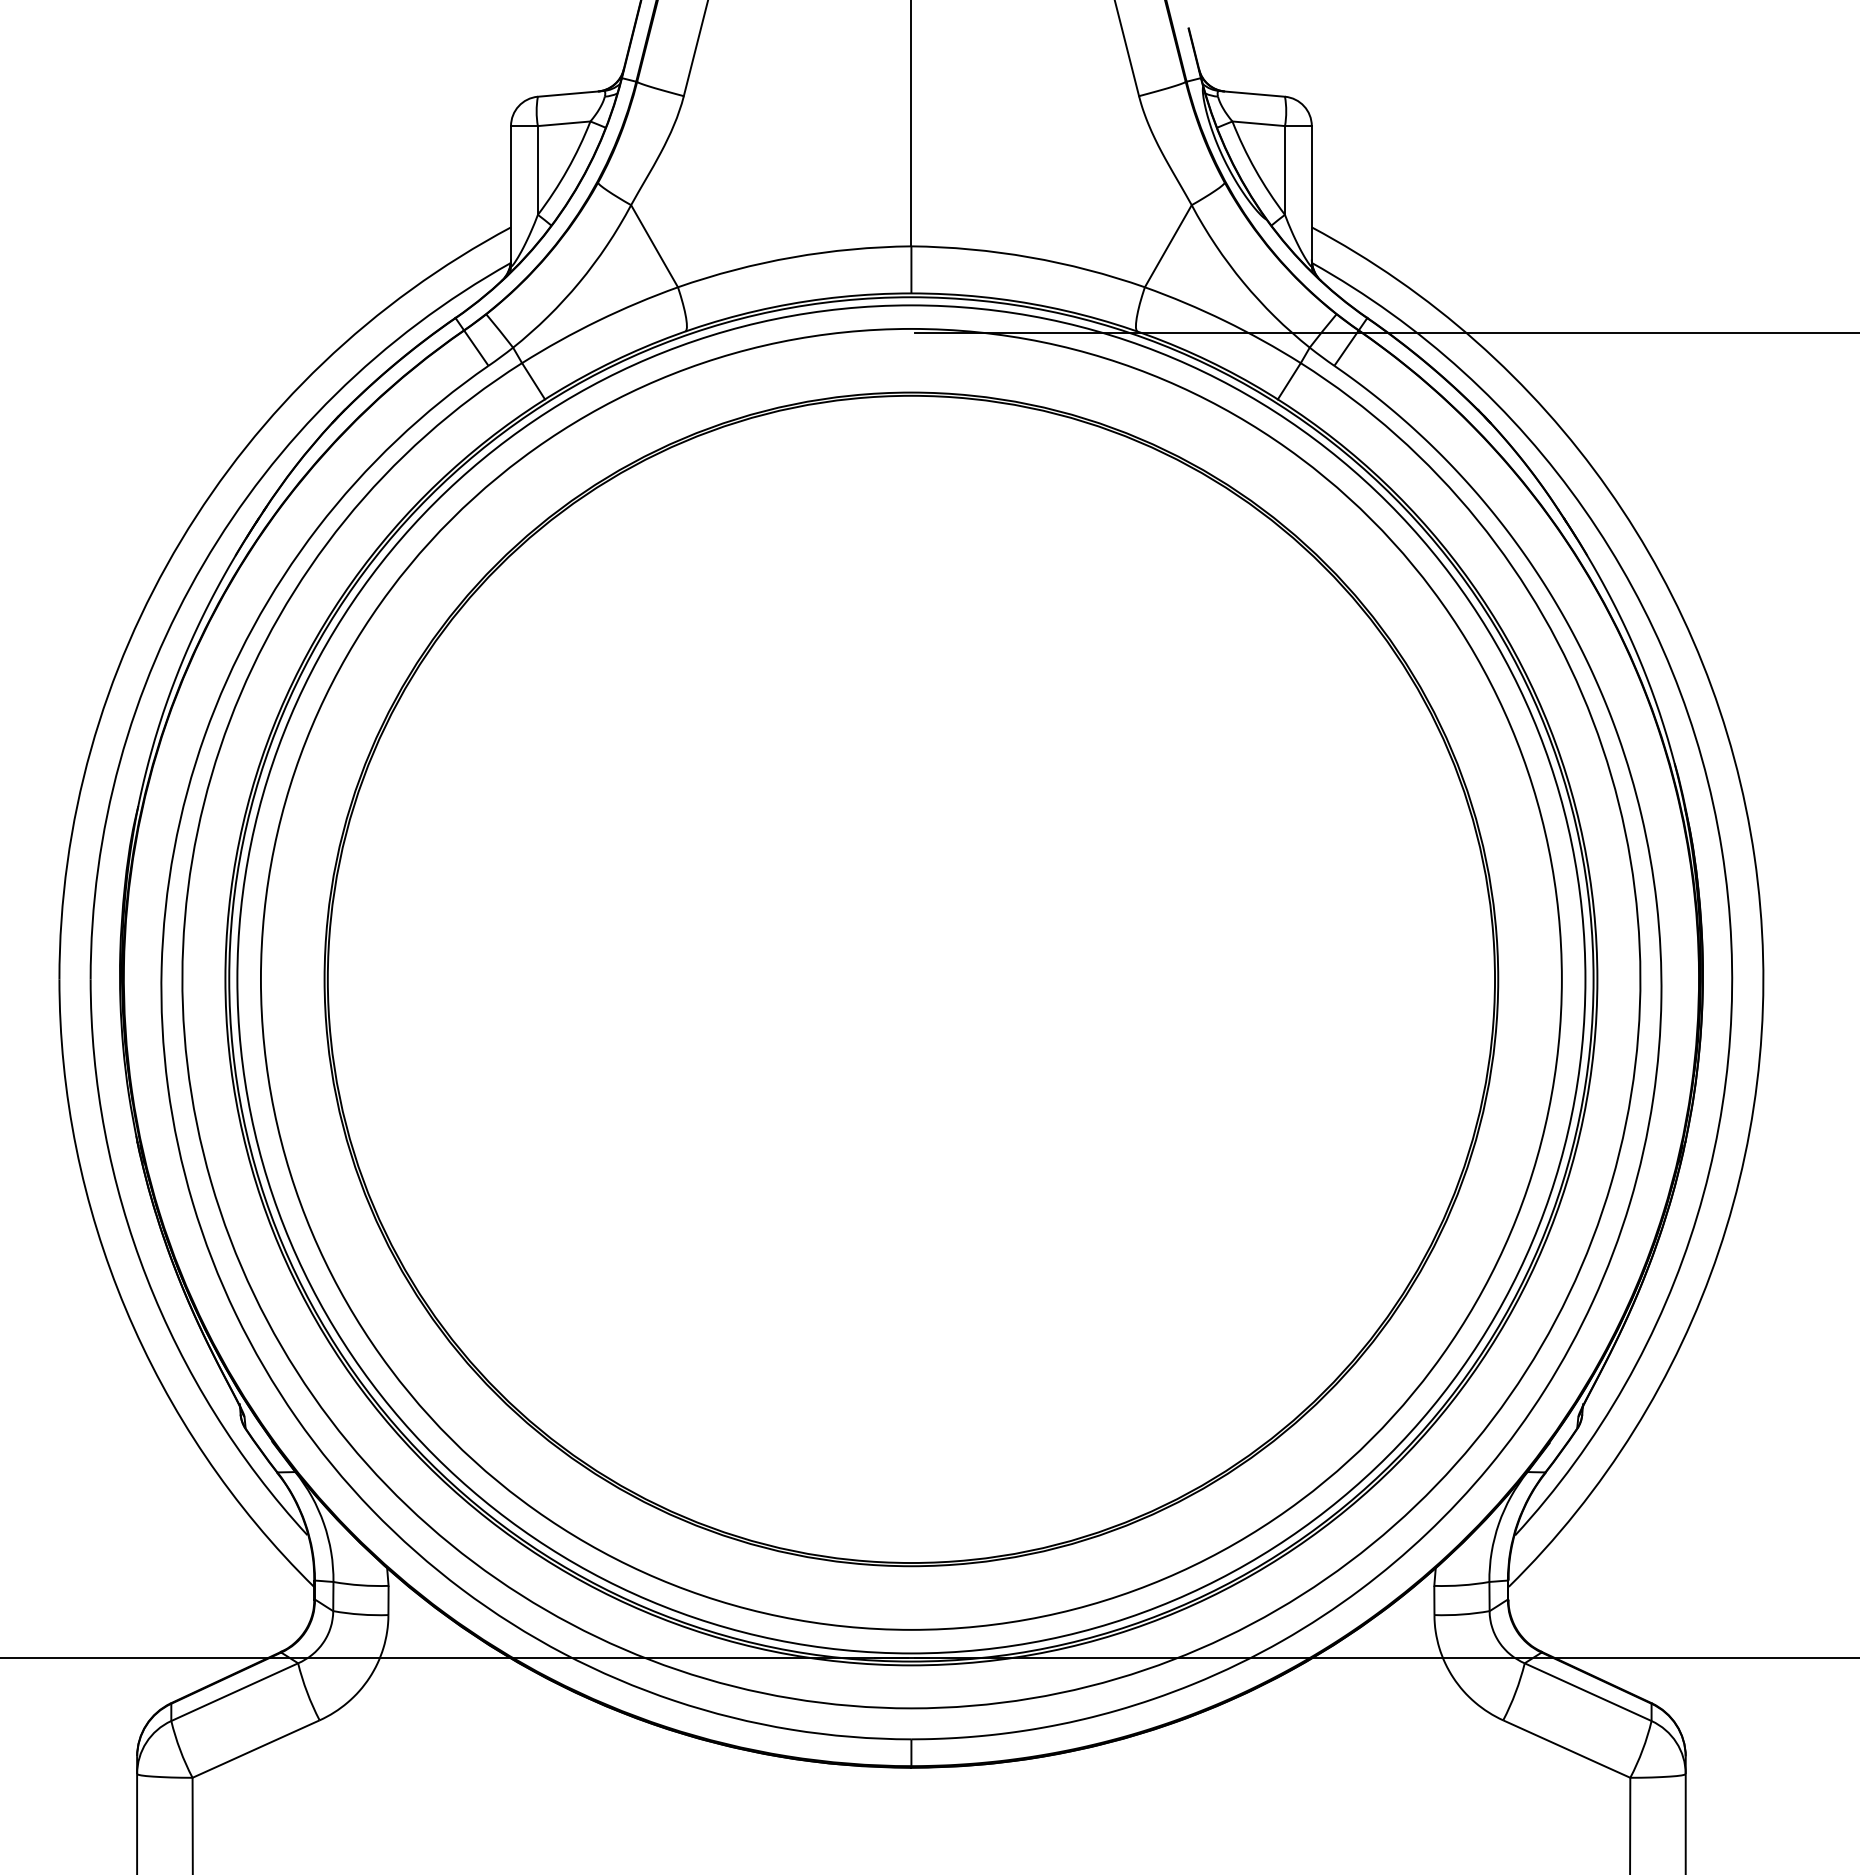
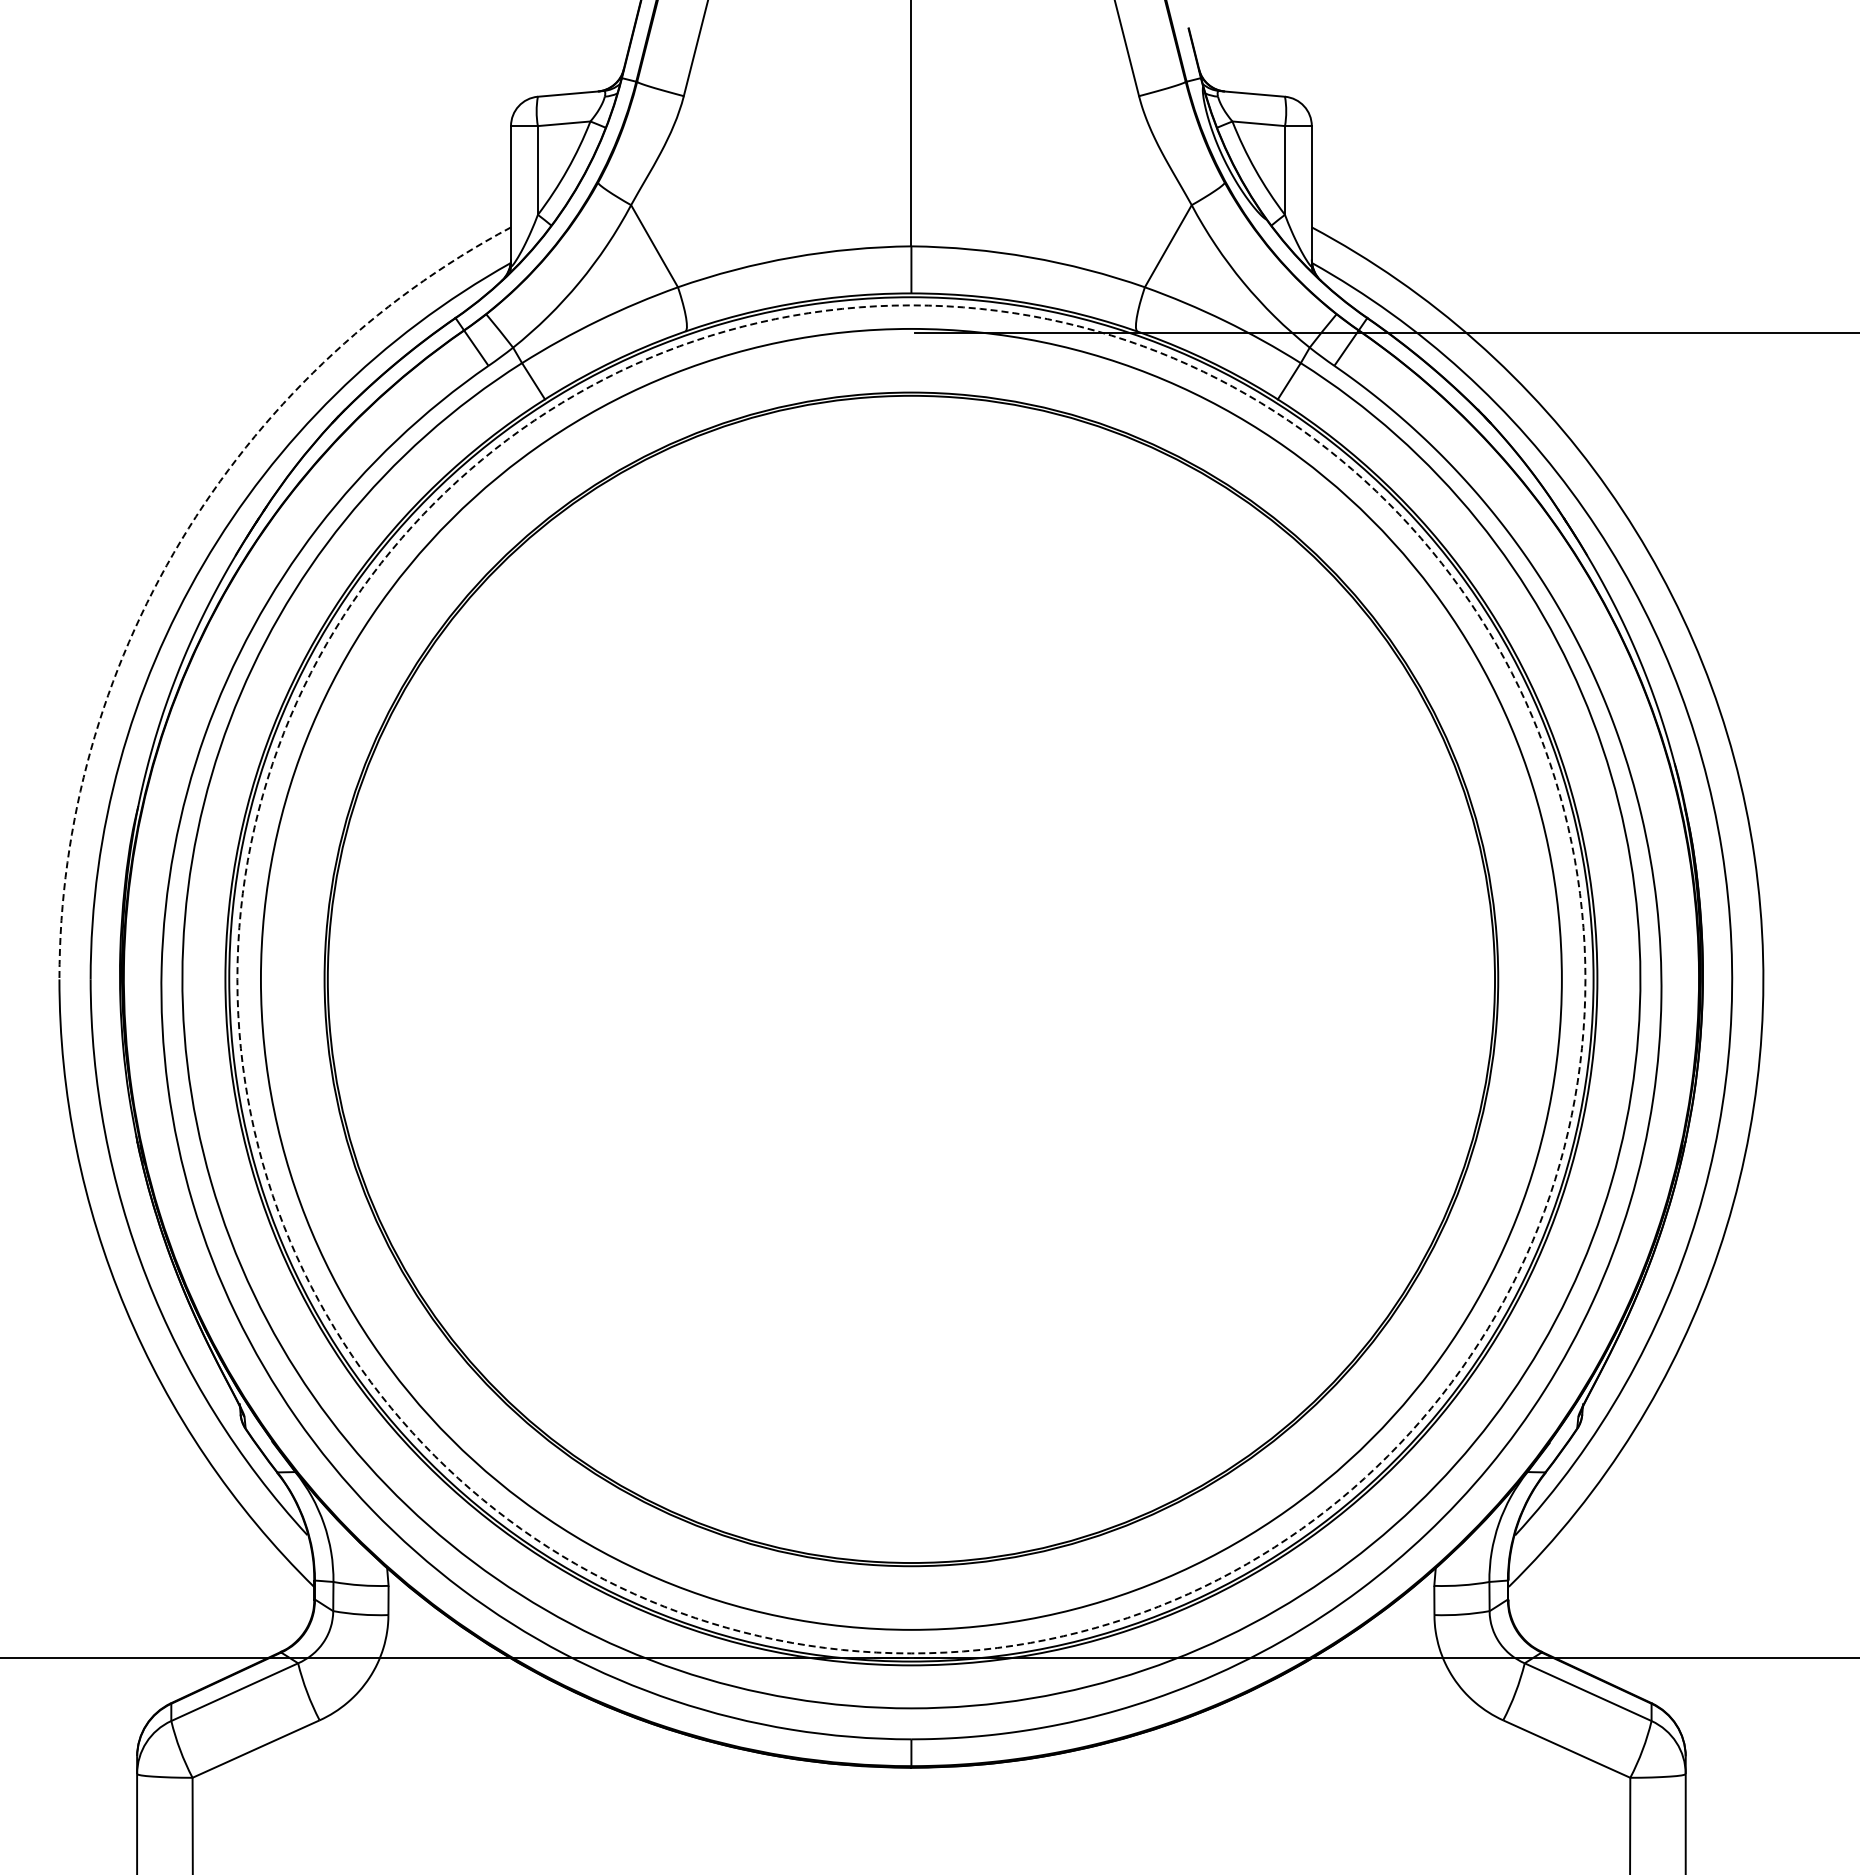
arc at (181, 540): solid -> dashed
circle at (911, 979): solid -> dashed
